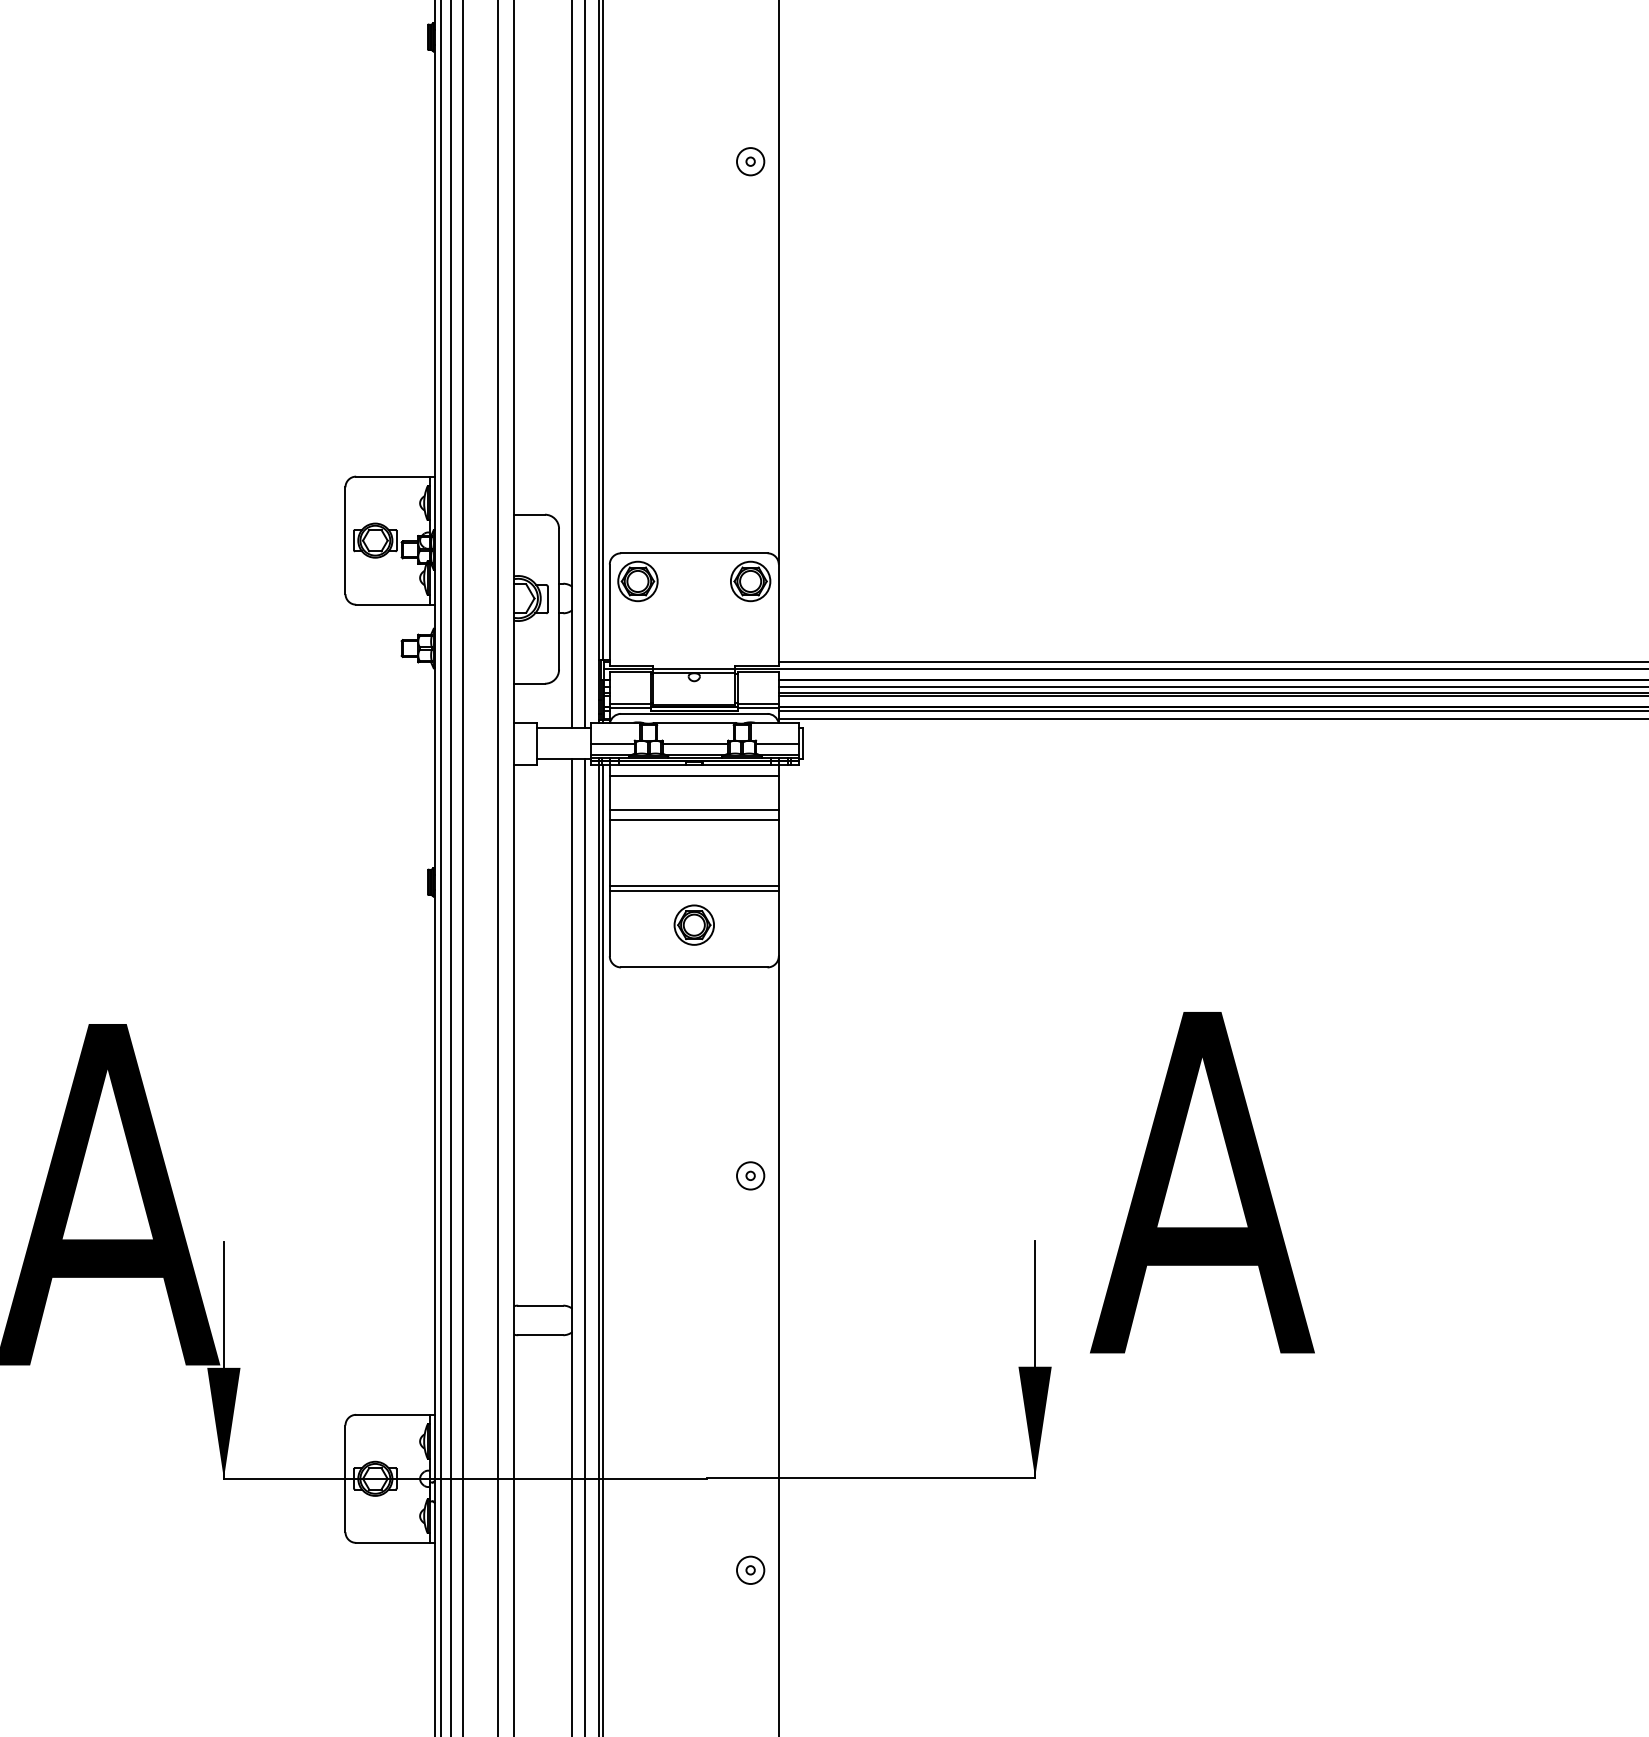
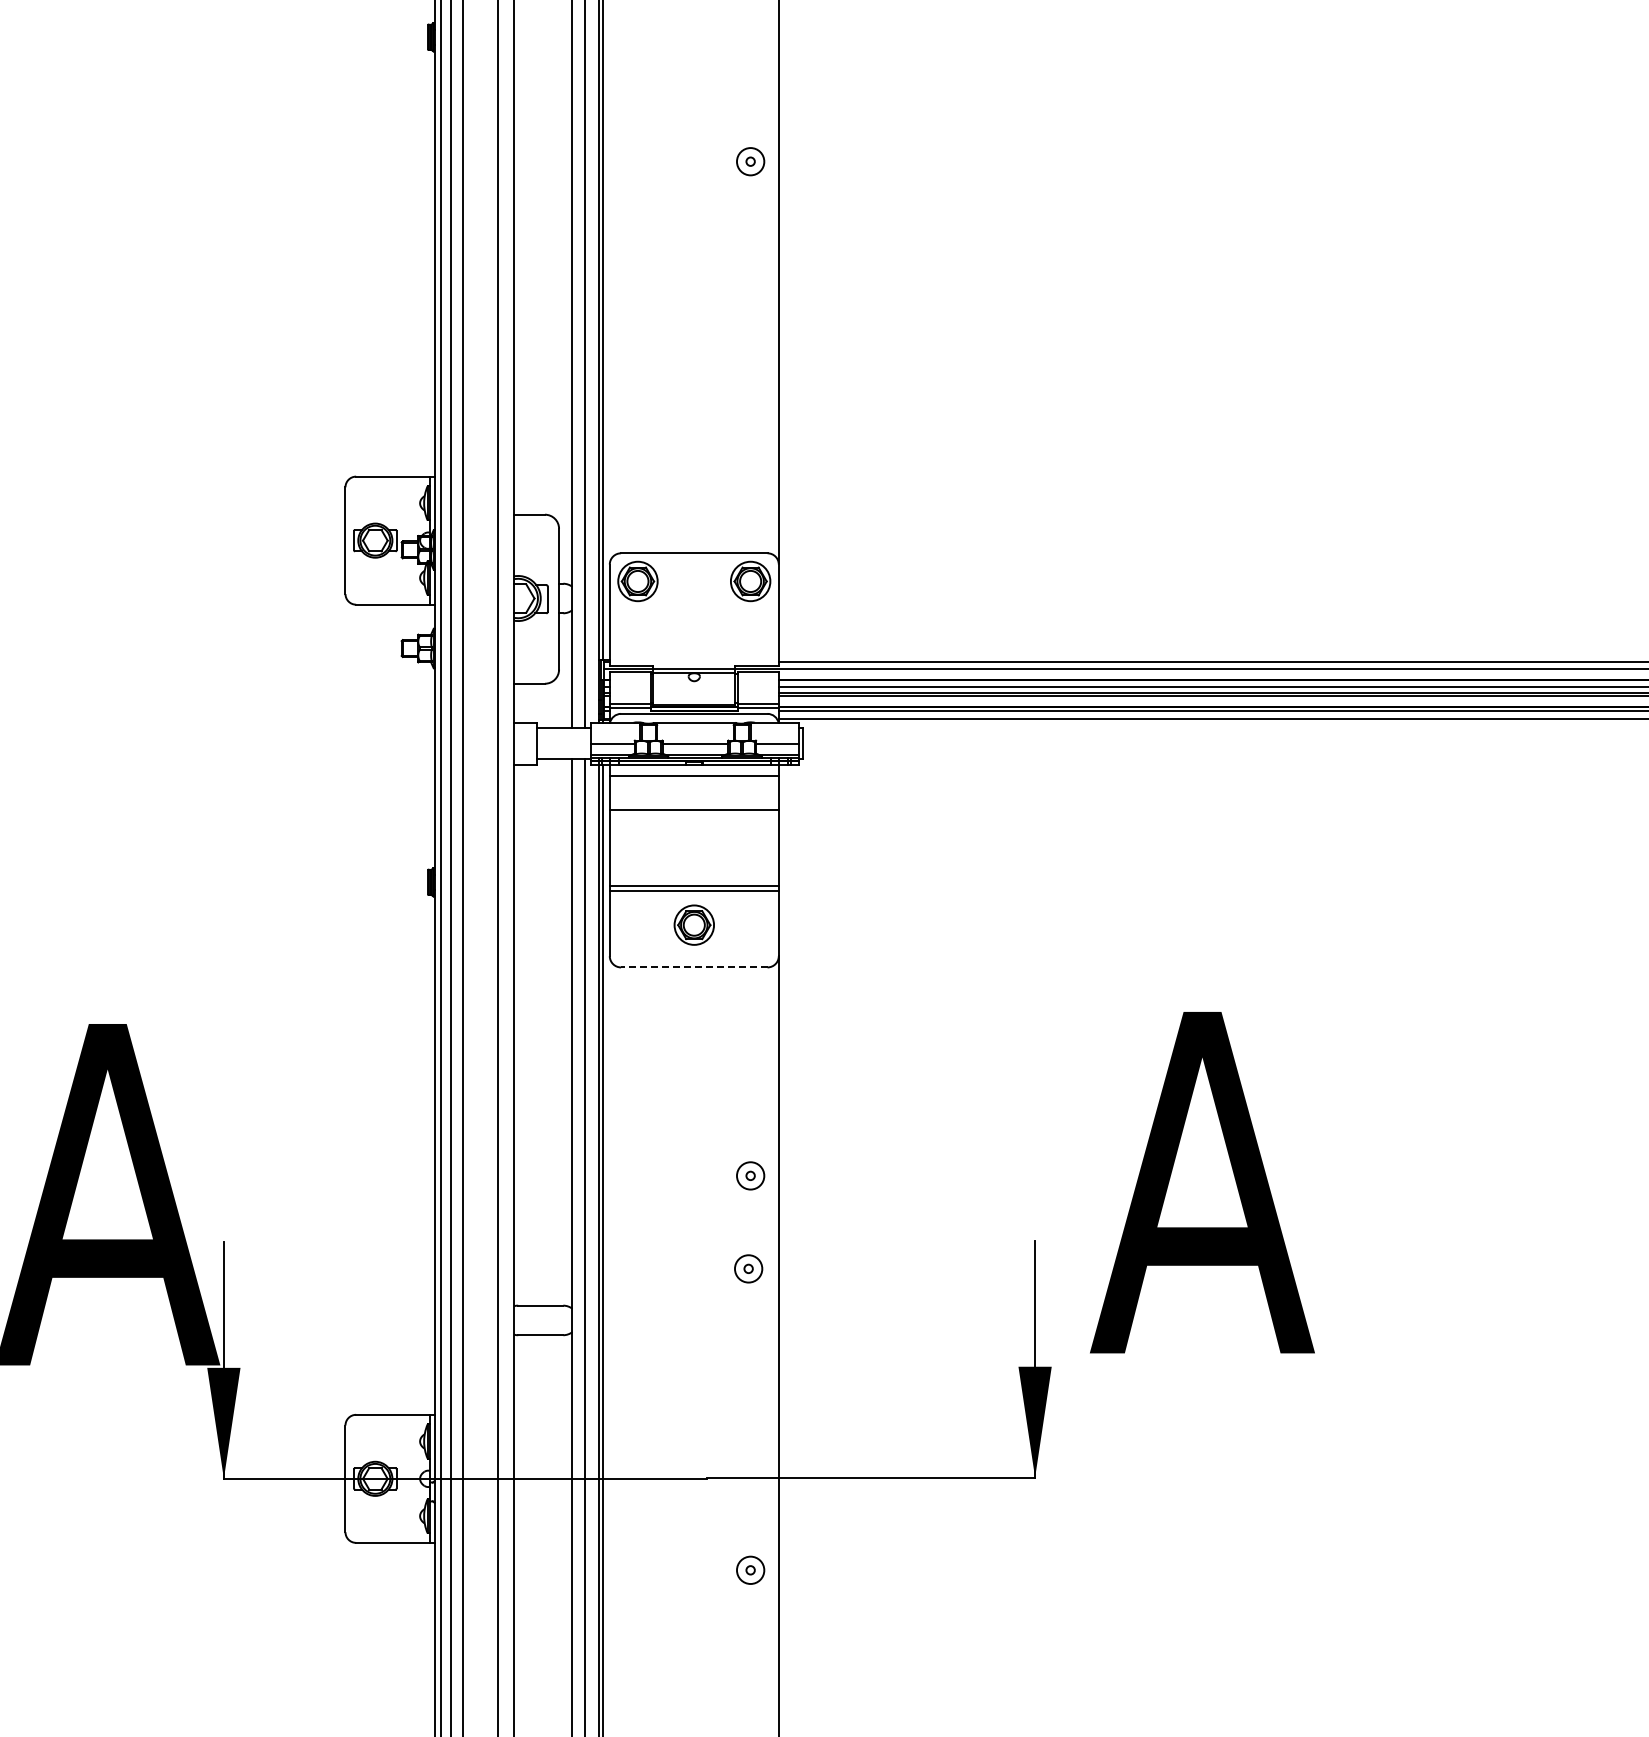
line at (693, 820): present -> none
line at (693, 967): solid -> dashed
part at (748, 1268): none -> present
